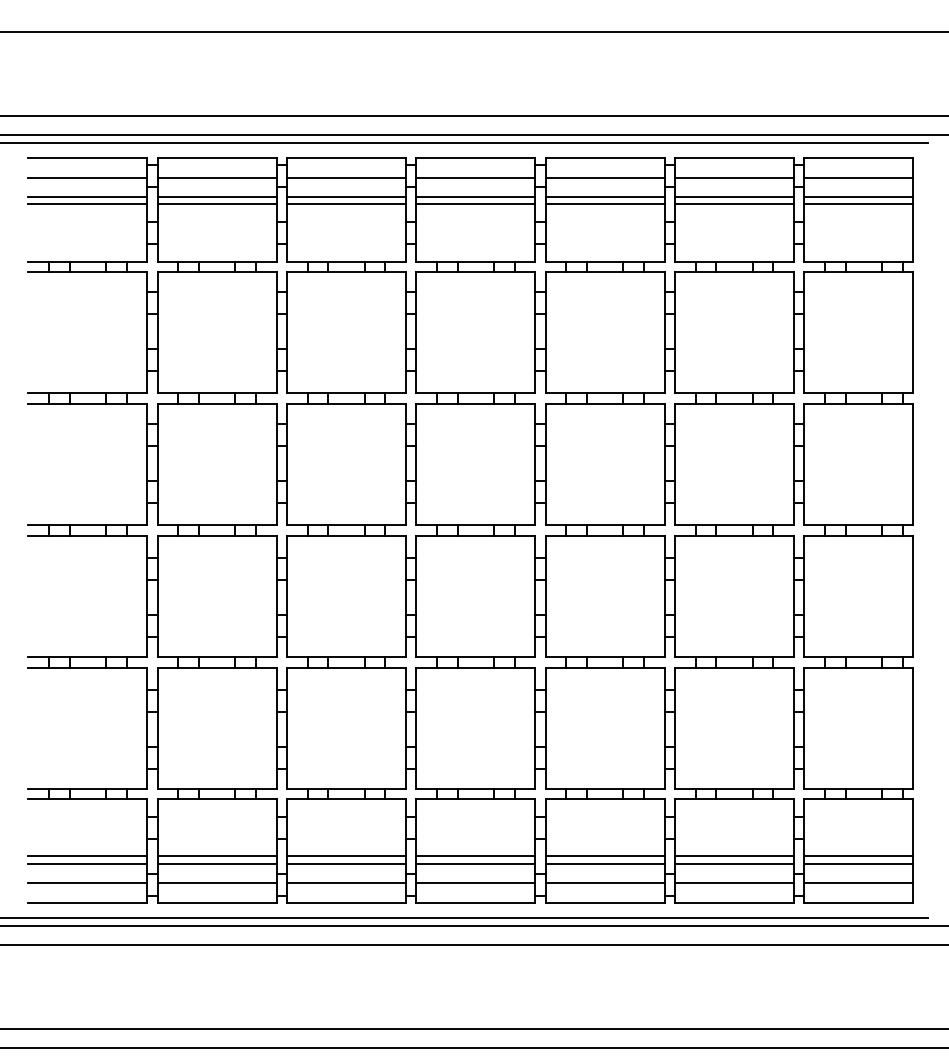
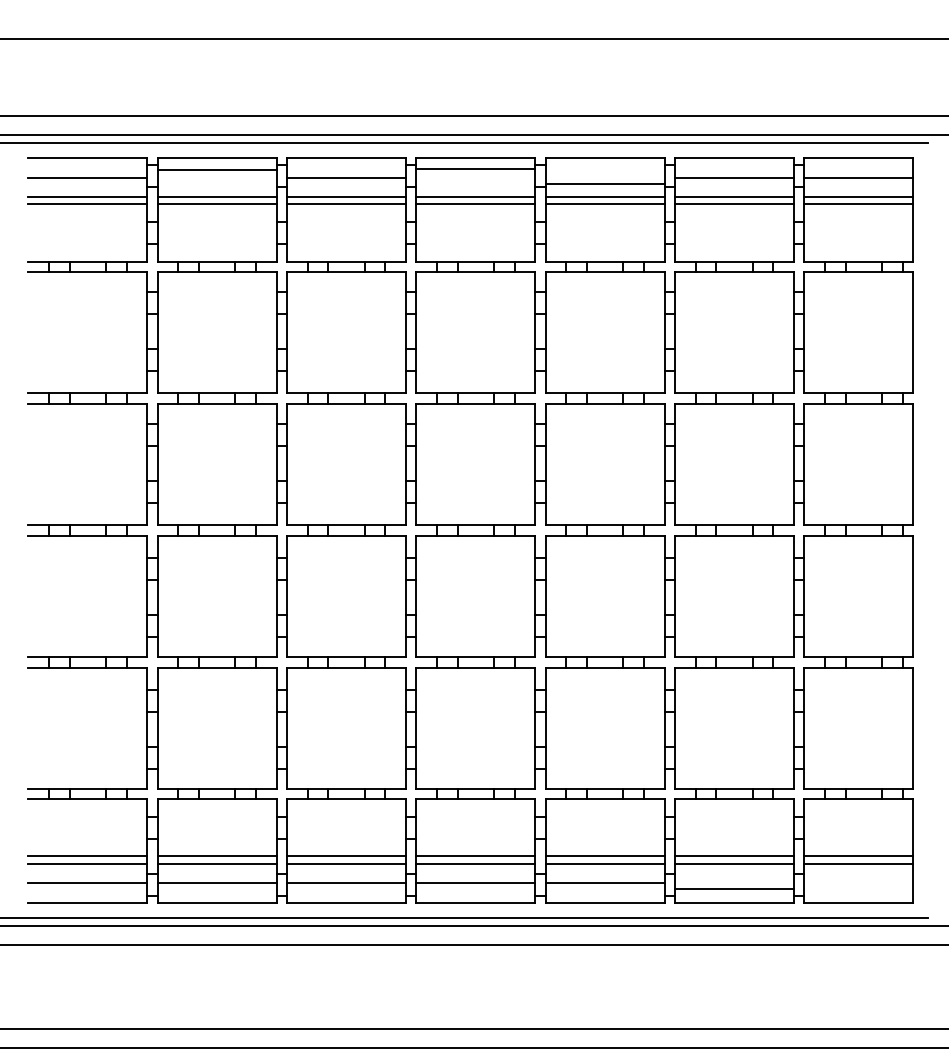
line at (473, 31) position: (473, 31) -> (473, 38)
line at (216, 178) position: (216, 178) -> (216, 170)
line at (475, 178) position: (475, 178) -> (475, 169)
line at (604, 178) position: (604, 178) -> (604, 184)
line at (733, 882) position: (733, 882) -> (733, 888)
line at (858, 882): present -> none
